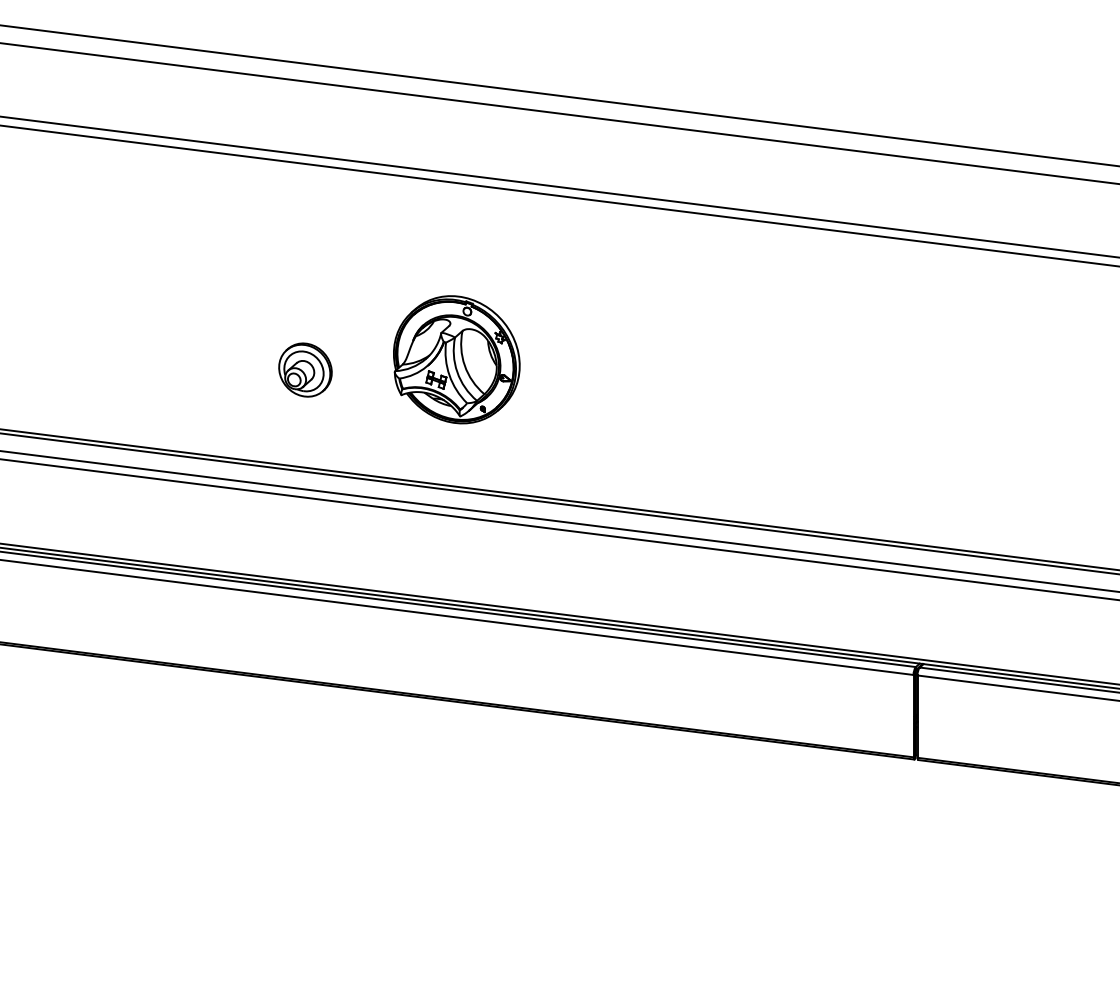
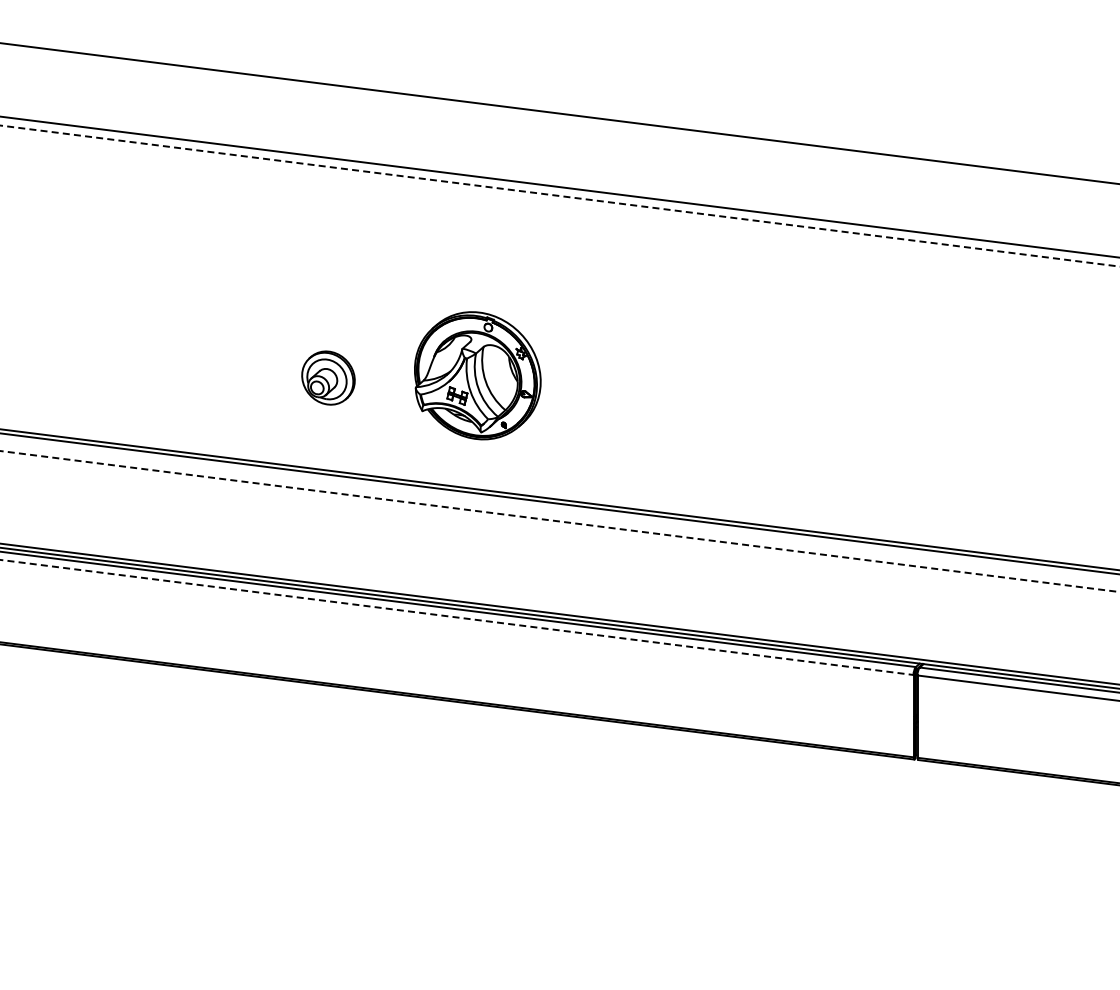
line at (559, 95): present -> none
line at (560, 196): solid -> dashed
part at (456, 359) position: (456, 359) -> (477, 375)
part at (305, 369) position: (305, 369) -> (328, 377)
line at (560, 521): solid -> dashed
line at (559, 529): present -> none
line at (457, 617): solid -> dashed
